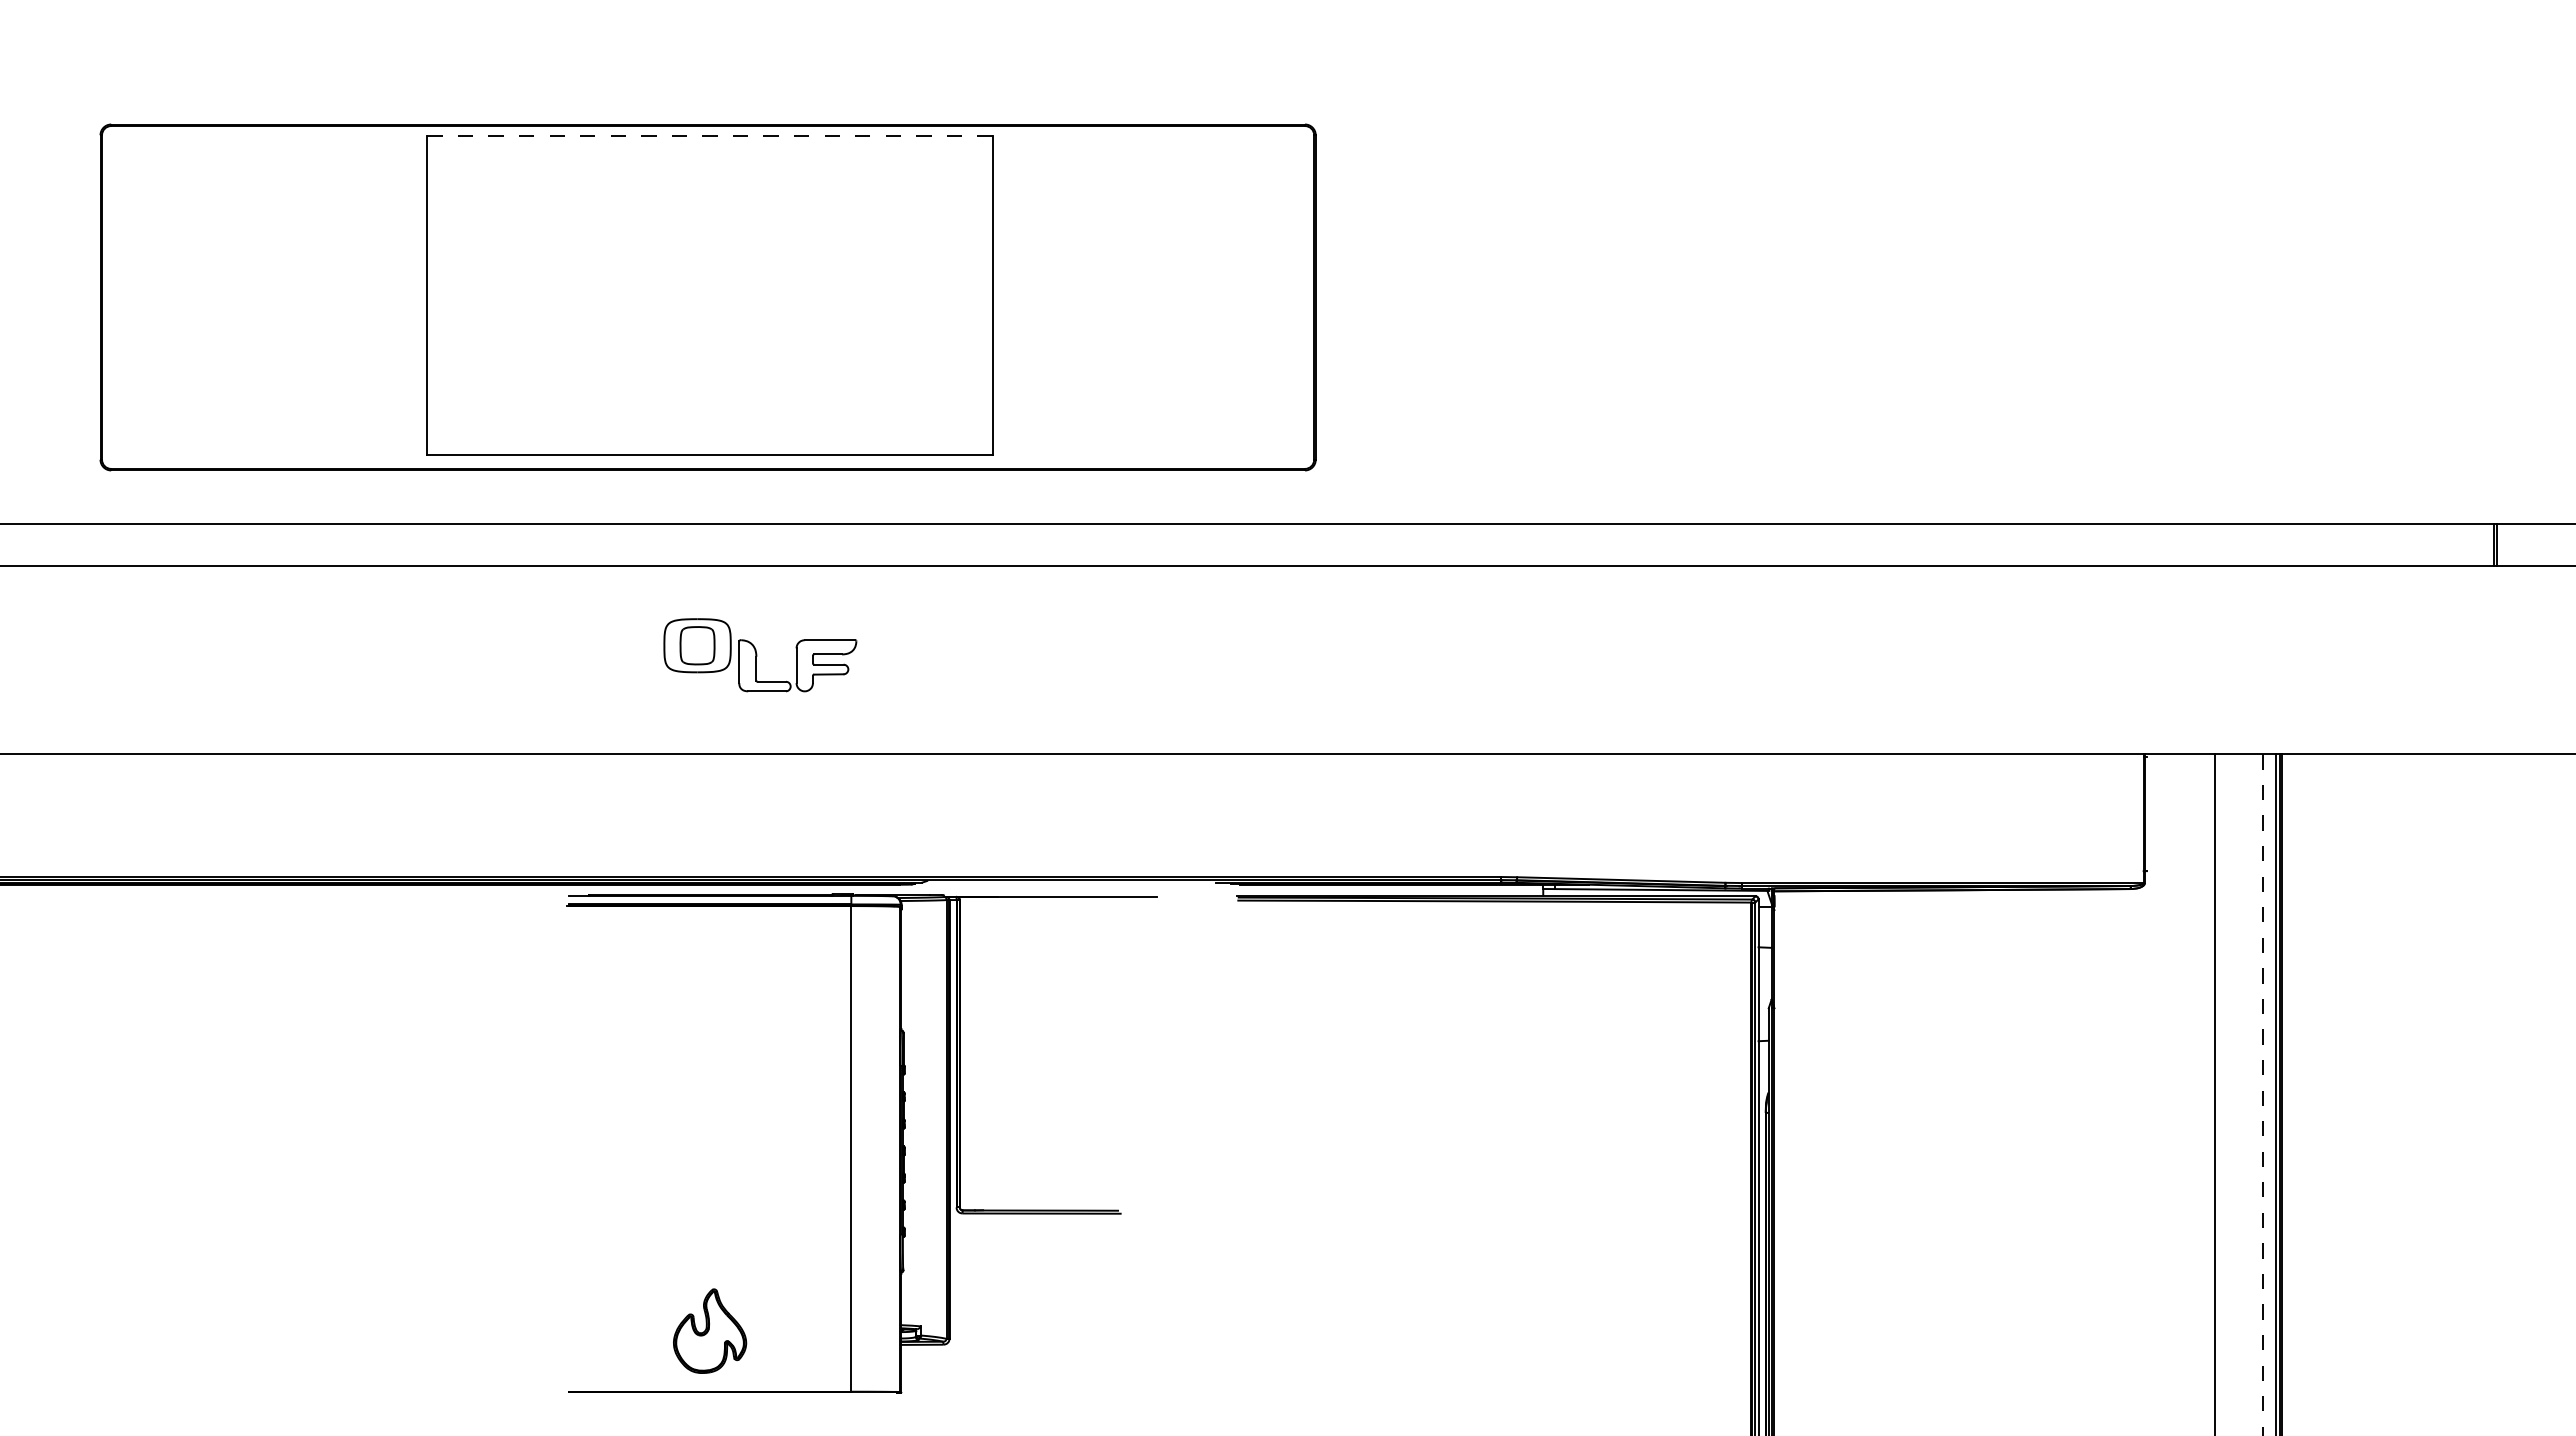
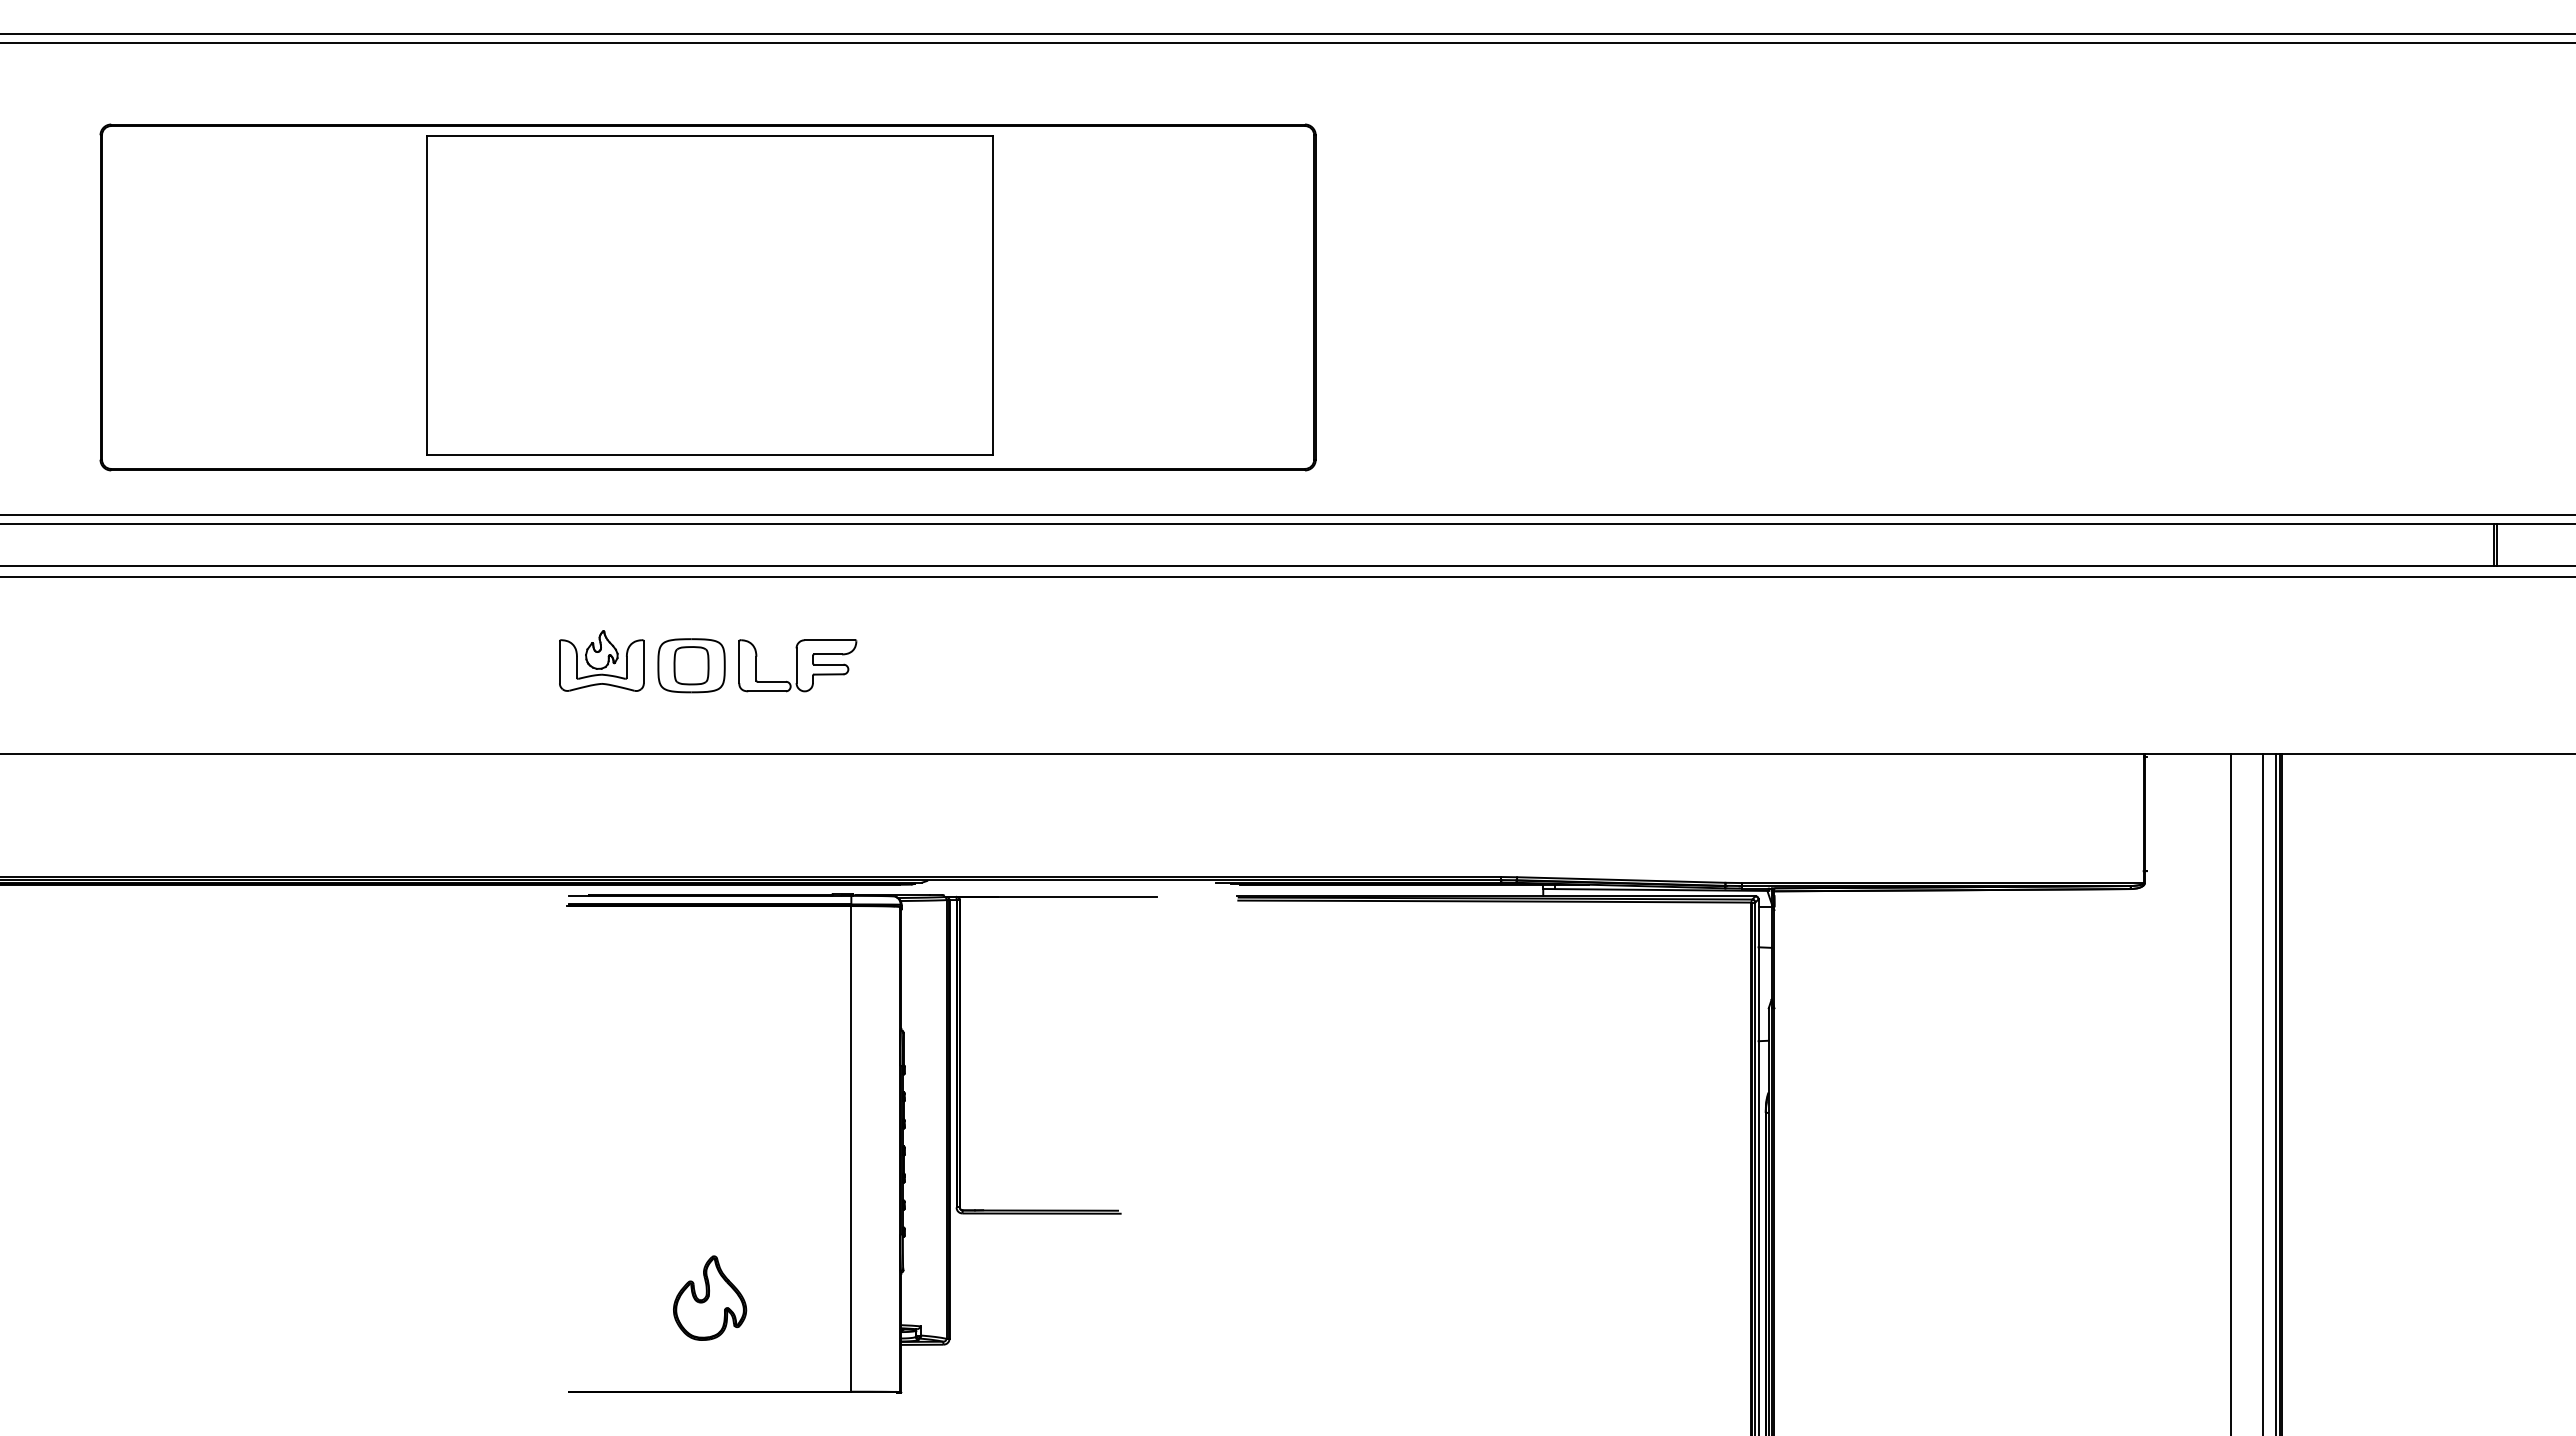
line at (1287, 34): none -> present
line at (1287, 43): none -> present
line at (710, 135): dashed -> solid
line at (1287, 515): none -> present
line at (1287, 577): none -> present
part at (697, 645) position: (697, 645) -> (691, 665)
part at (601, 660): none -> present
line at (2215, 1093) position: (2215, 1093) -> (2231, 1093)
line at (2262, 1095): dashed -> solid
part at (710, 1330) position: (710, 1330) -> (710, 1297)
